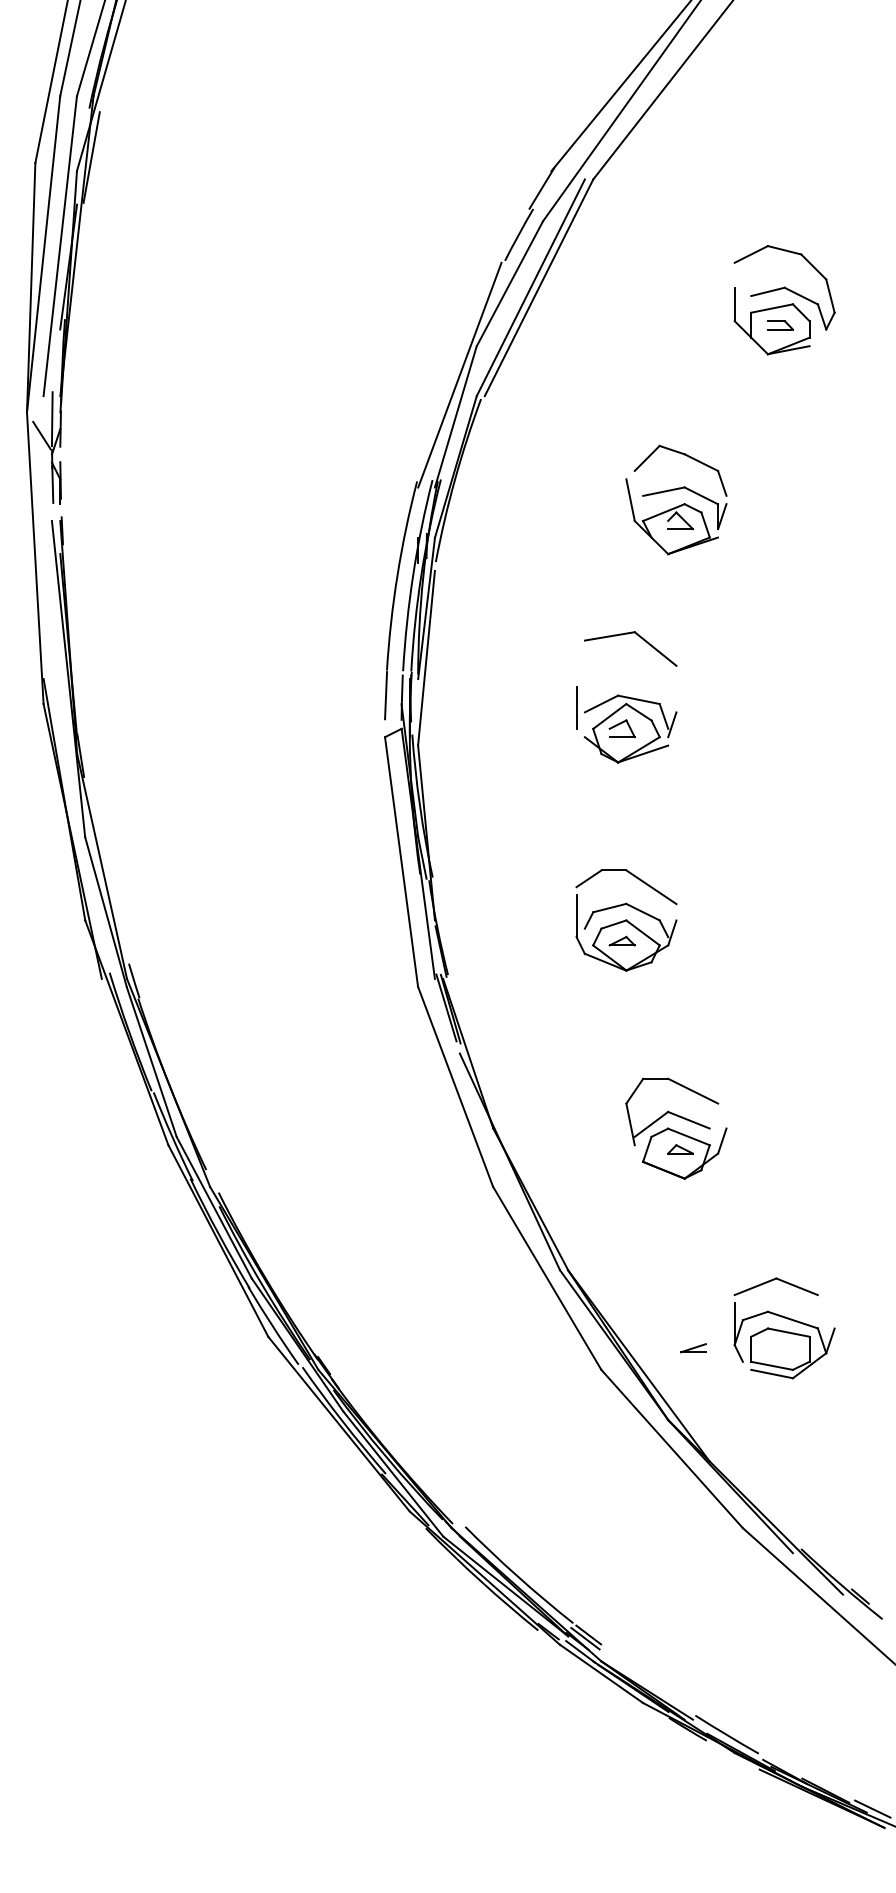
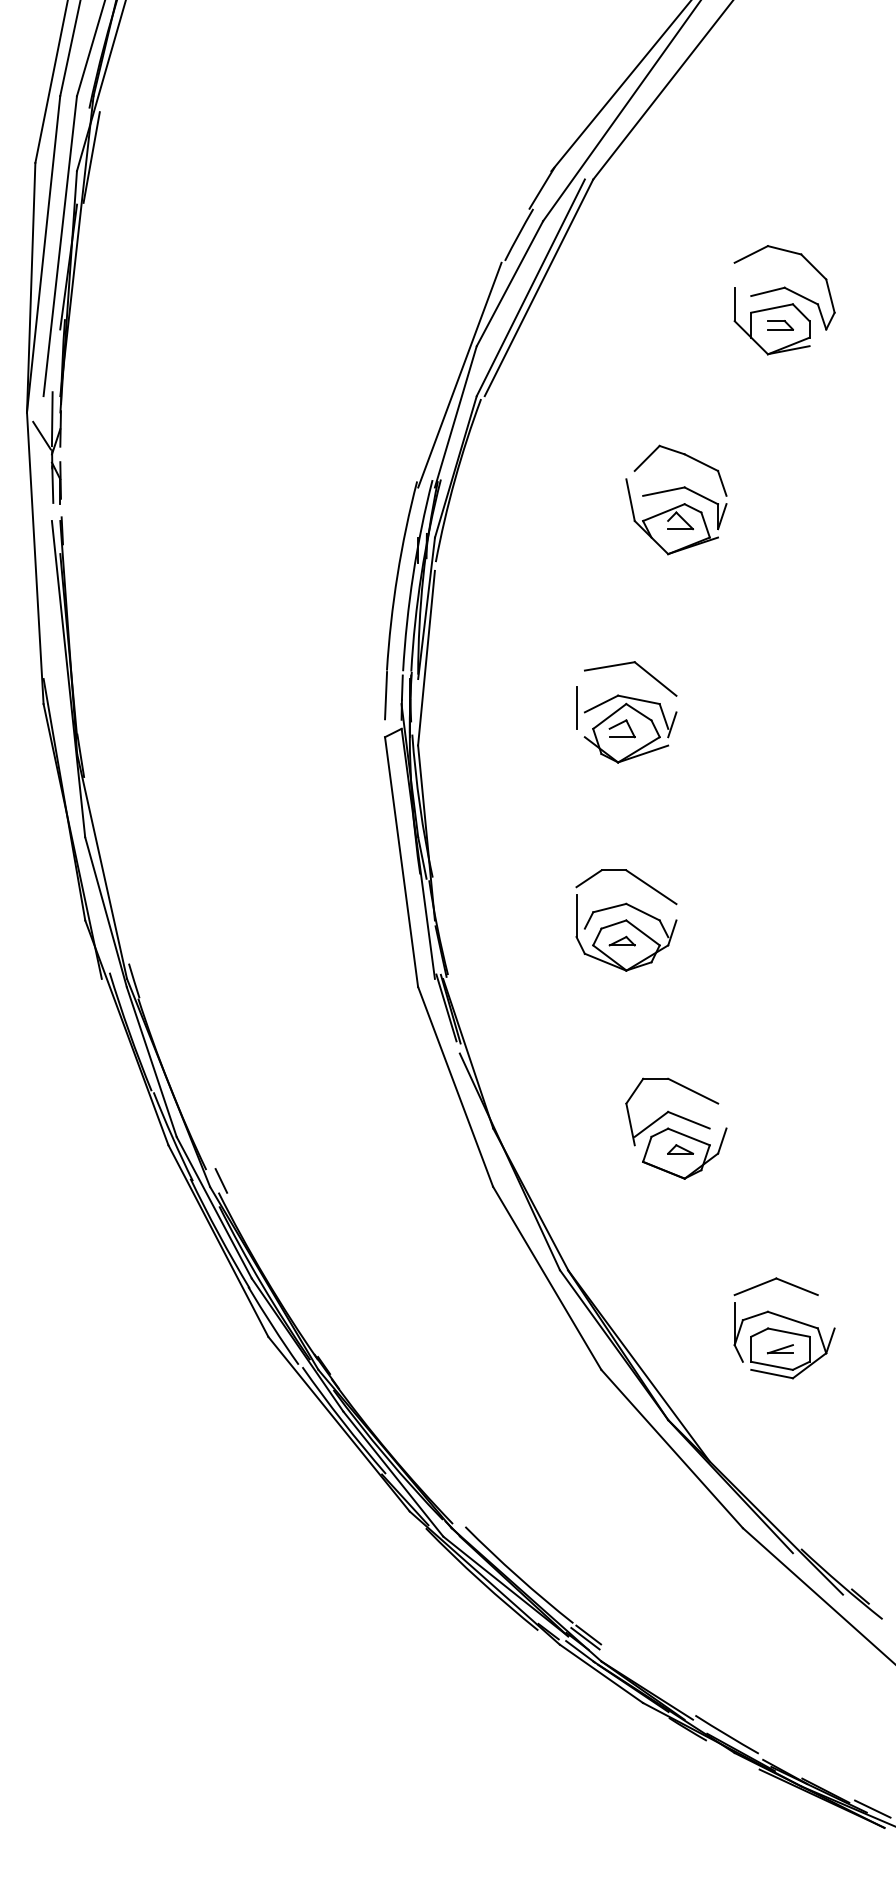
part at (628, 634) position: (628, 634) -> (628, 664)
line at (221, 1180): none -> present
part at (693, 1348) position: (693, 1348) -> (780, 1349)
